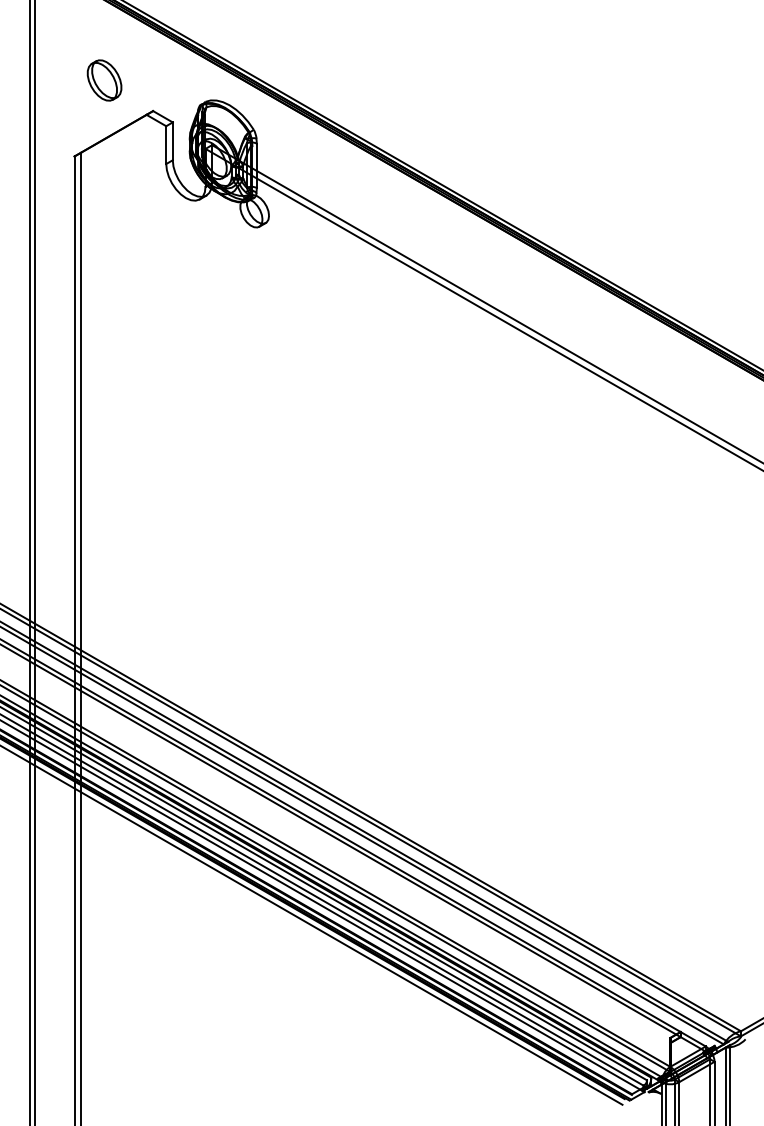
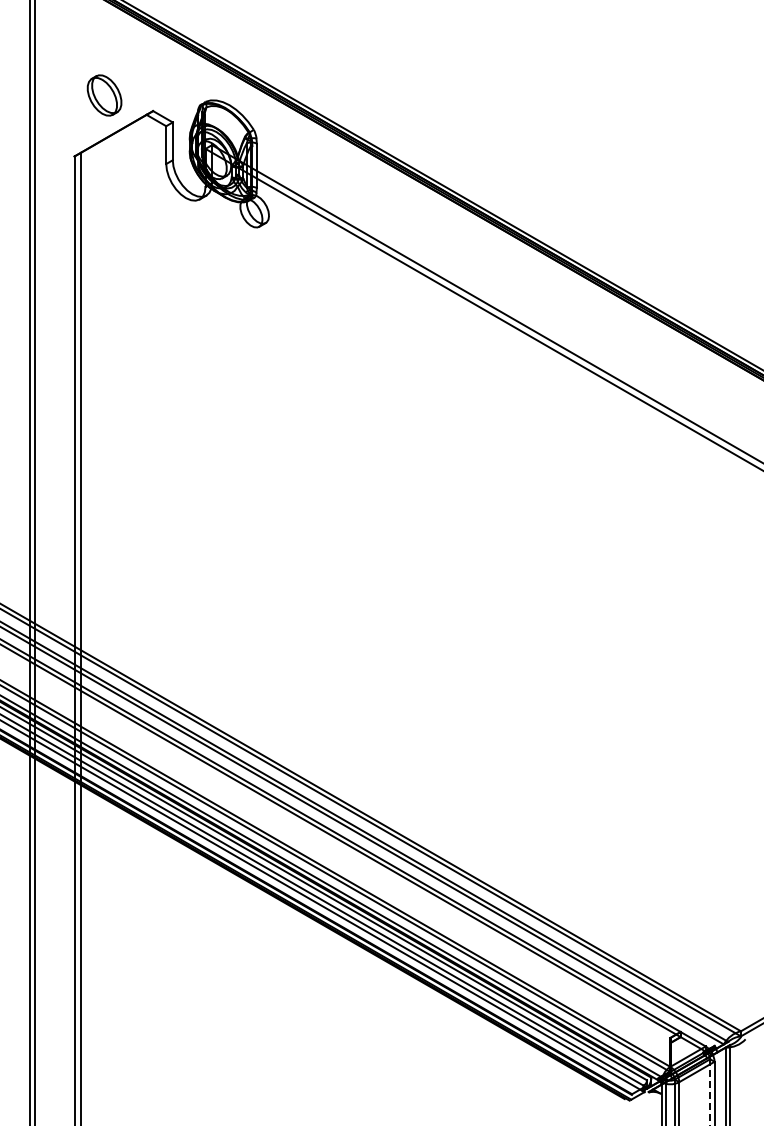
part at (104, 80) position: (104, 80) -> (104, 95)
line at (312, 925): present -> none
line at (710, 1092): solid -> dashed
